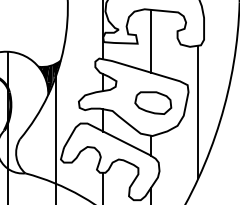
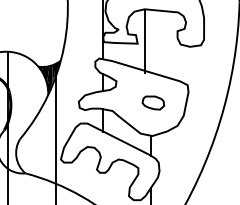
line at (150, 40) position: (150, 40) -> (144, 40)
part at (153, 102) size: 39x24 px -> 24x16 px
line at (198, 111): present -> none
line at (103, 186): present -> none
